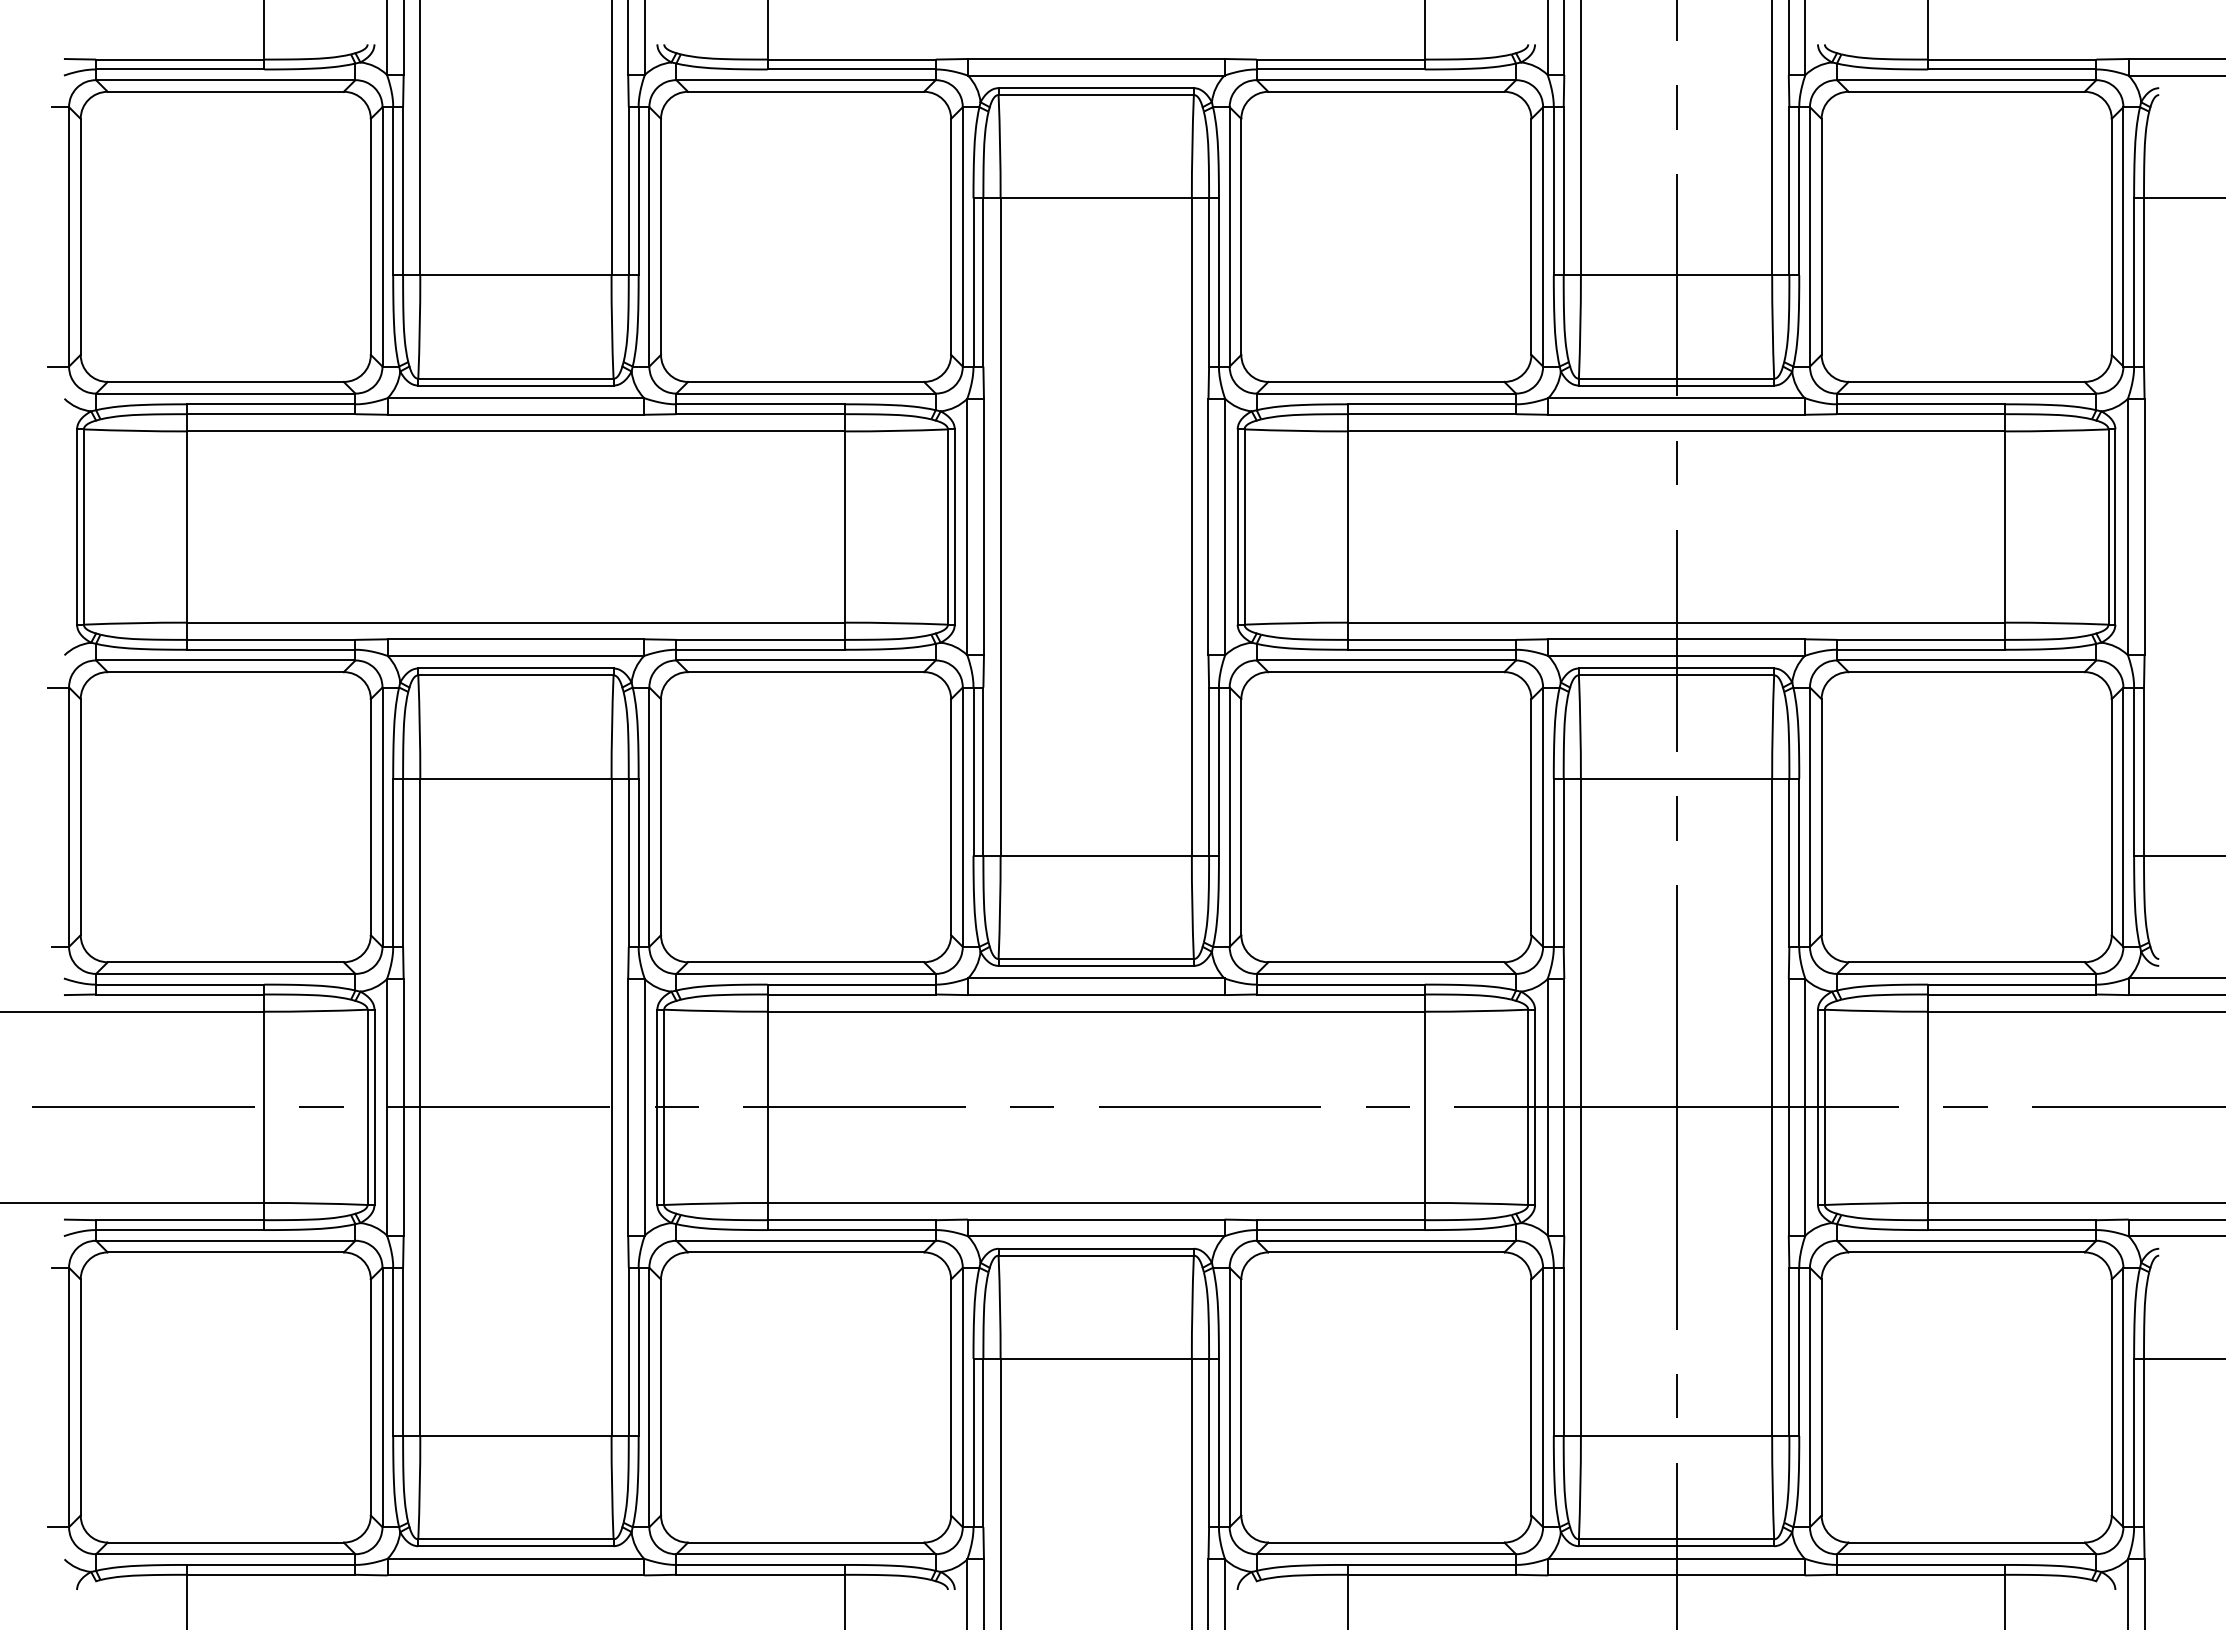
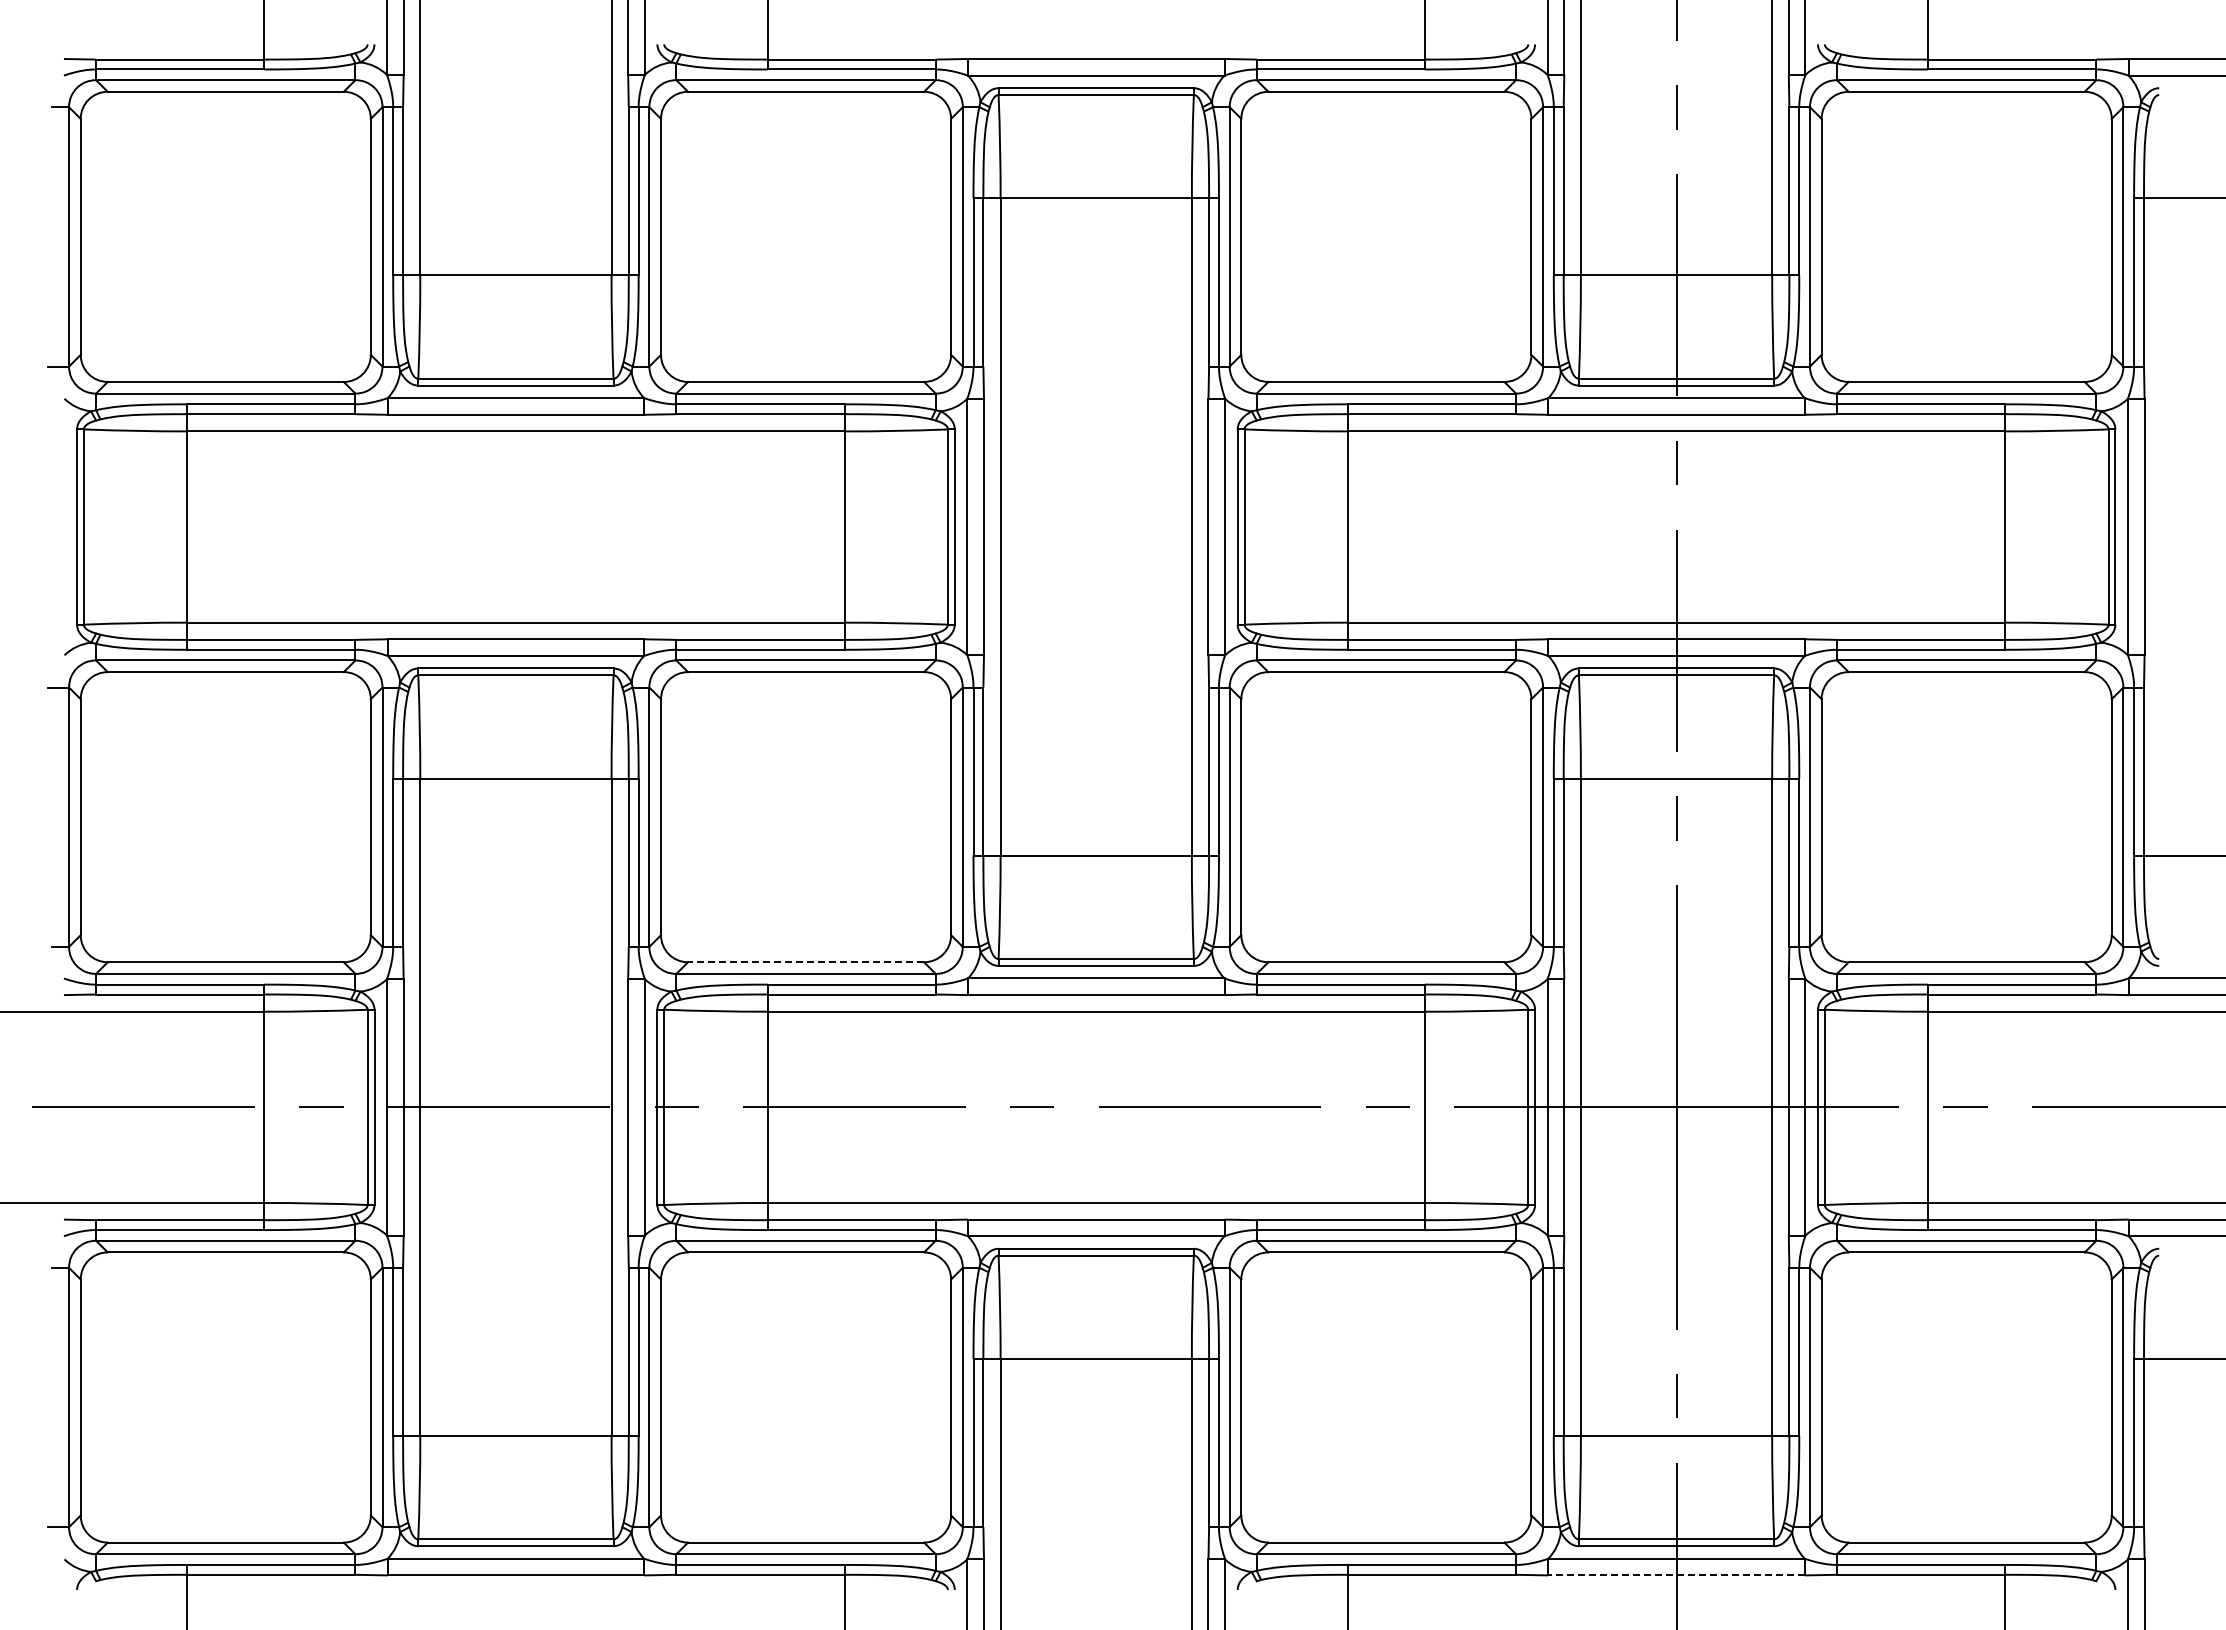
line at (805, 962): solid -> dashed
line at (1676, 1575): solid -> dashed
